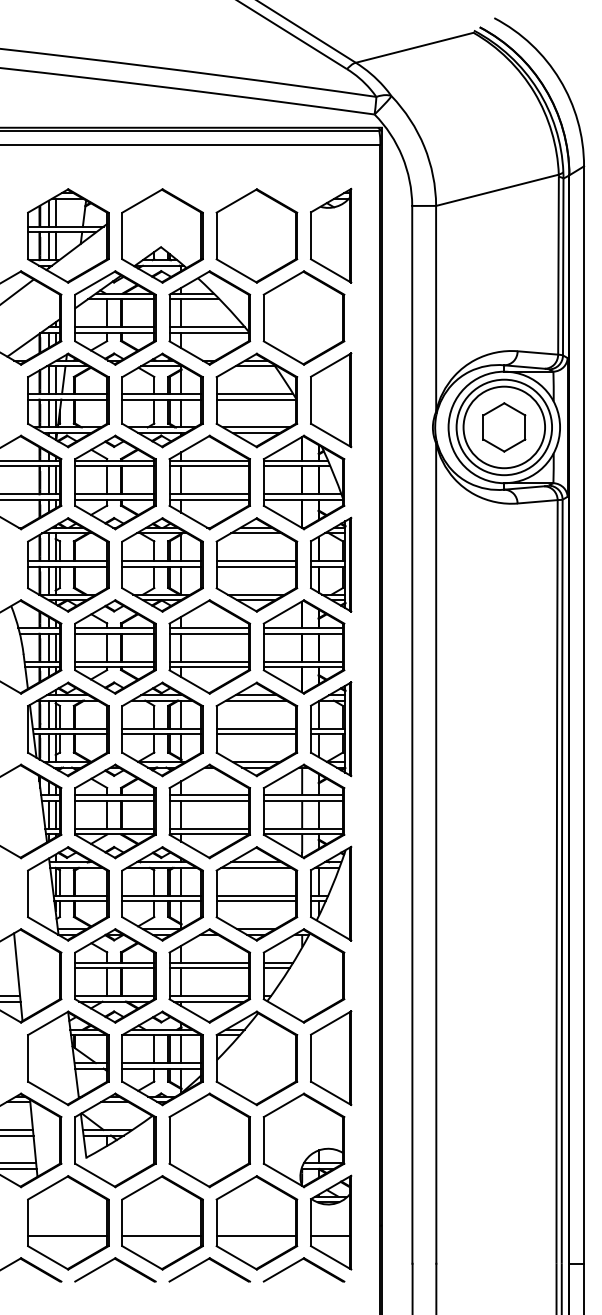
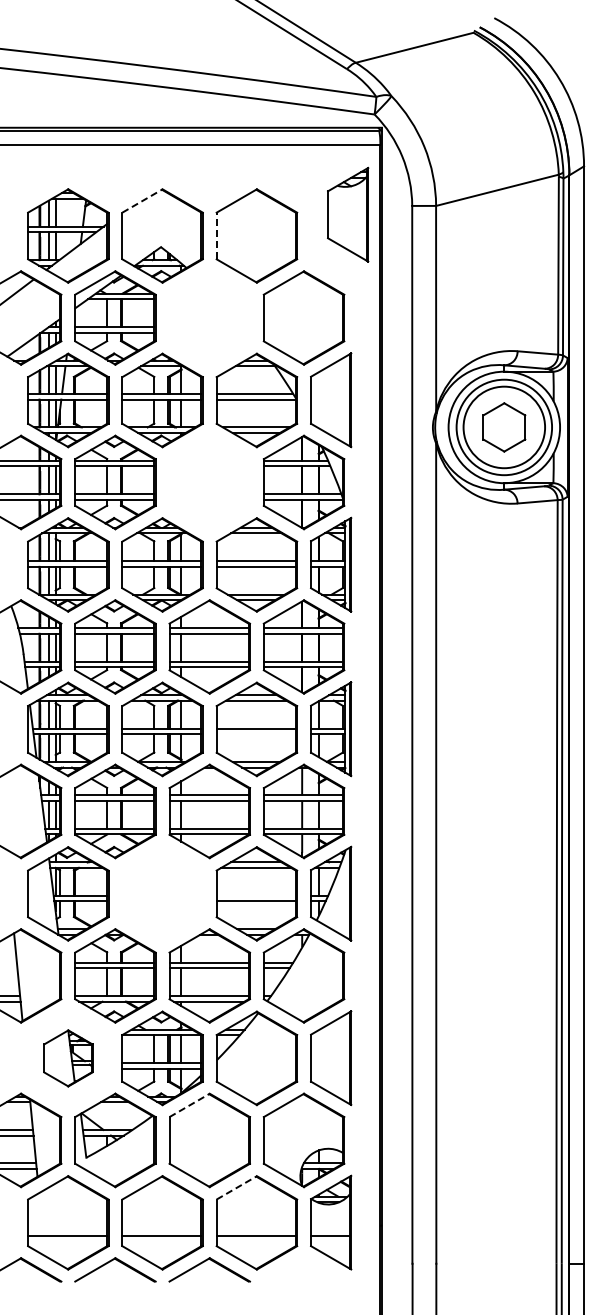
line at (142, 200): solid -> dashed
line at (216, 235): solid -> dashed
part at (331, 235) position: (331, 235) -> (348, 214)
part at (209, 317): present -> none
part at (209, 482): present -> none
line at (255, 734): present -> none
part at (162, 893): present -> none
line at (255, 895): present -> none
part at (68, 1058) size: 83x97 px -> 51x59 px
line at (190, 1105): solid -> dashed
line at (237, 1187): solid -> dashed
part at (307, 1262): present -> none
